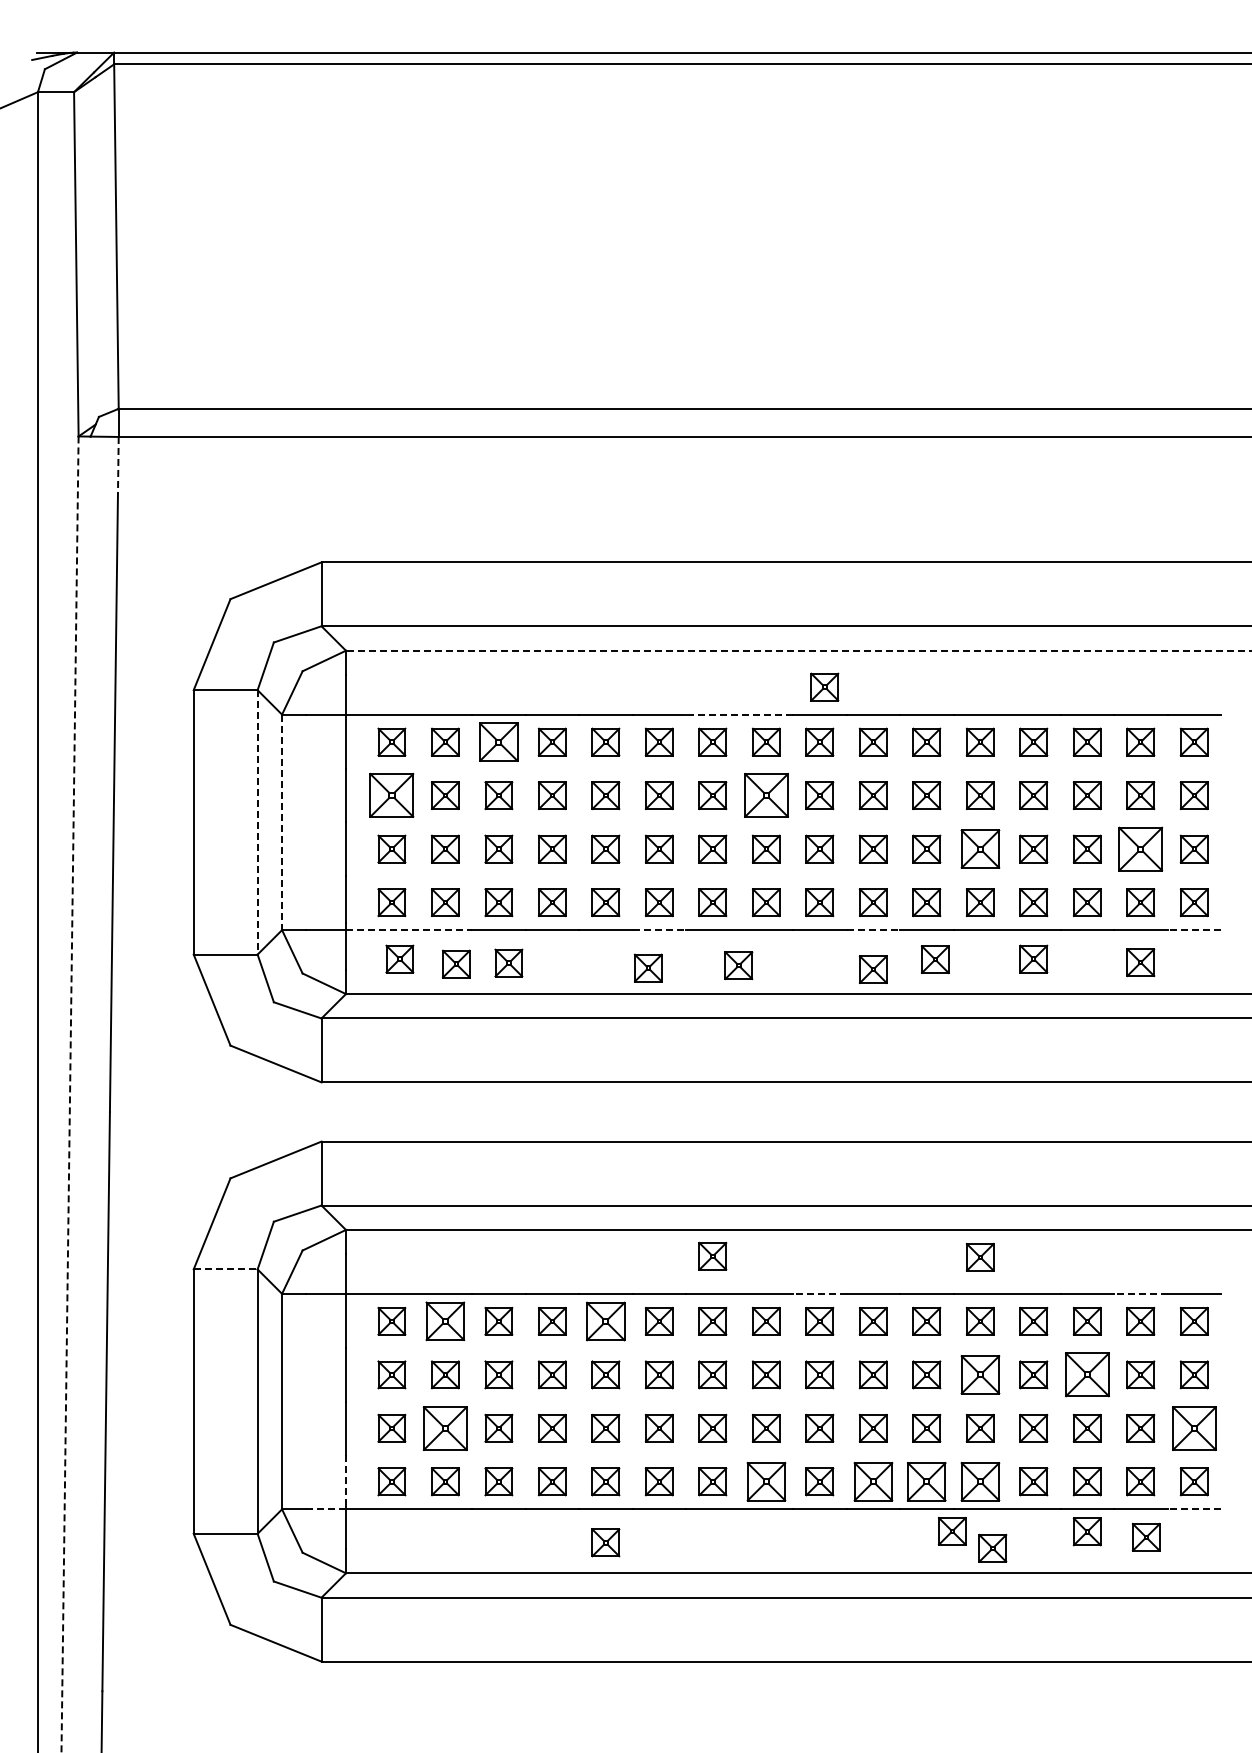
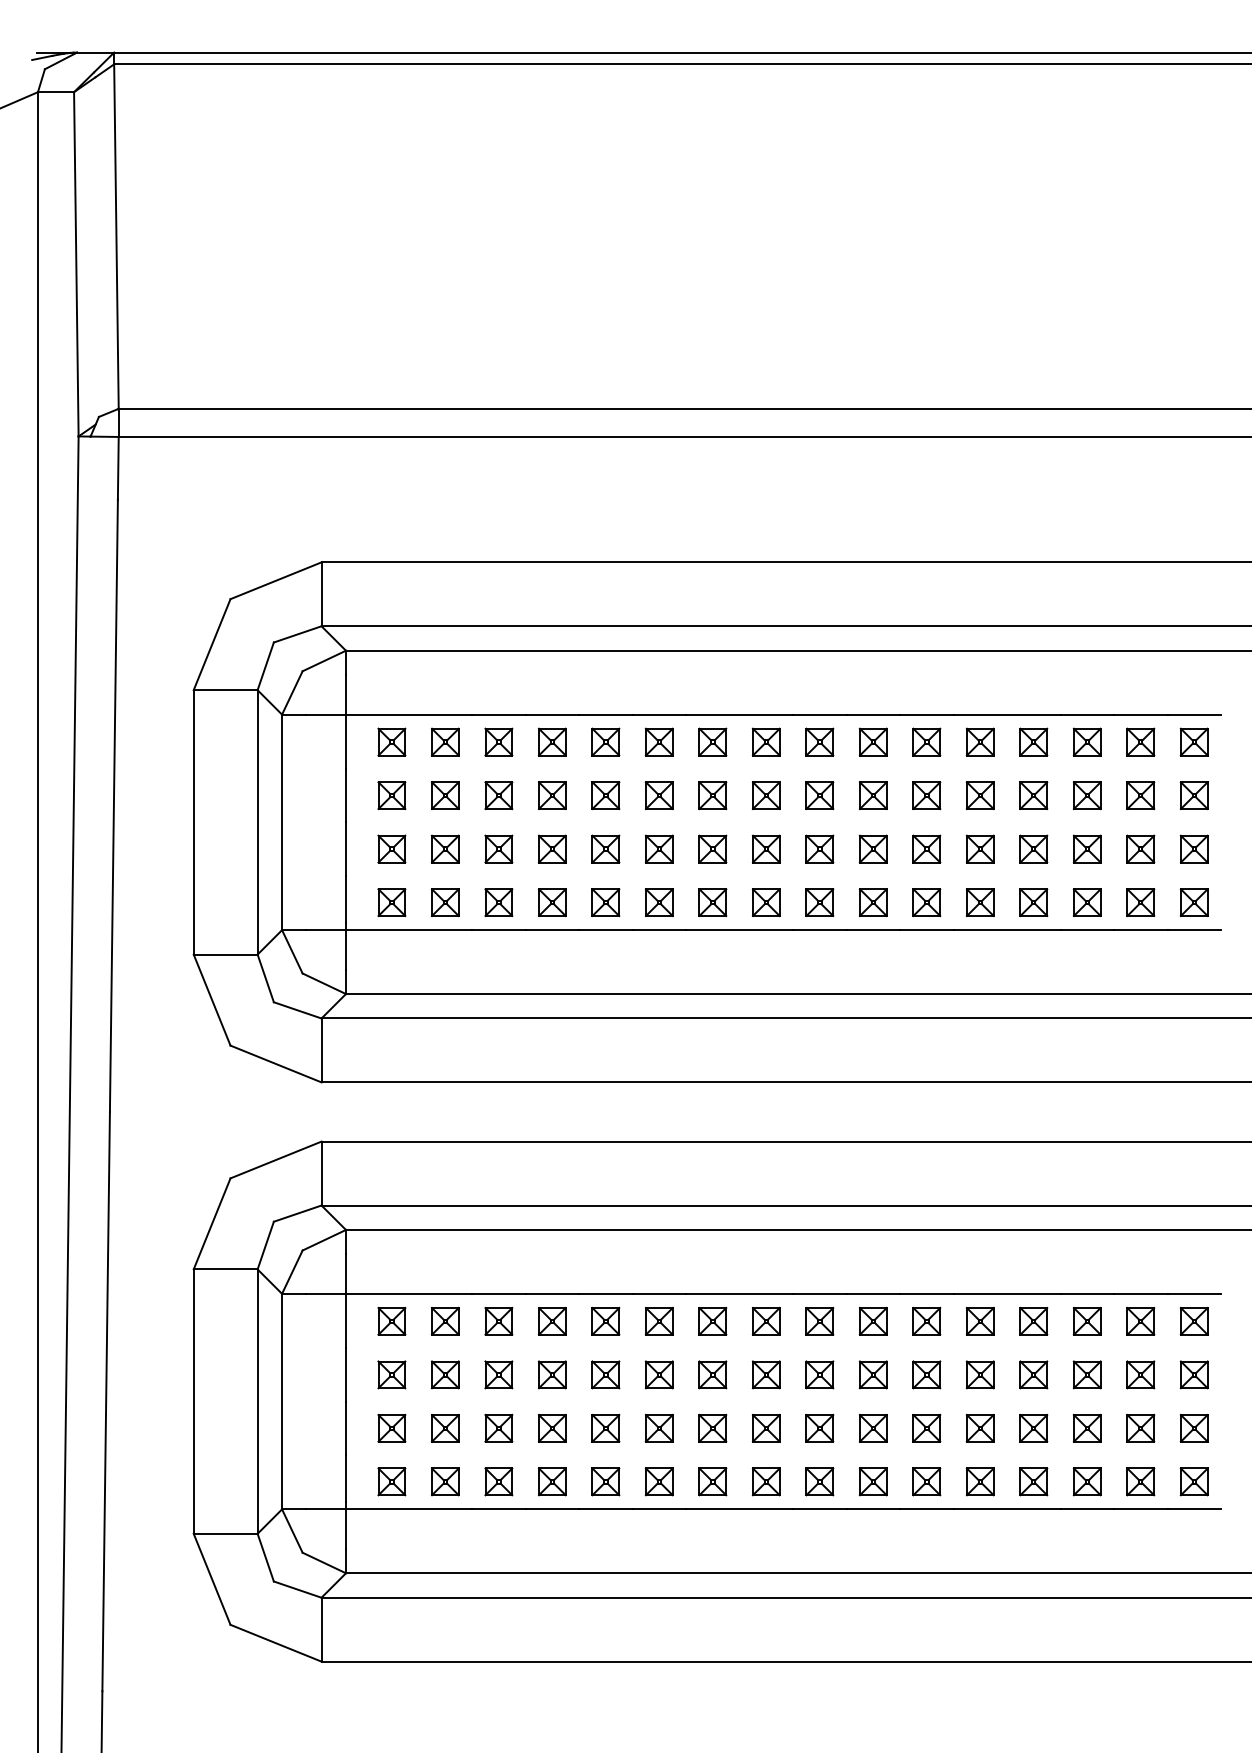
line at (118, 468): dashed -> solid
line at (798, 650): dashed -> solid
part at (824, 686): present -> none
line at (739, 714): dashed -> solid
part at (498, 741) size: 40x40 px -> 30x30 px
part at (391, 795) size: 46x45 px -> 30x30 px
part at (766, 795) size: 45x45 px -> 30x30 px
line at (257, 822): dashed -> solid
line at (282, 822): dashed -> solid
part at (980, 848) size: 41x40 px -> 30x30 px
part at (1140, 848) size: 46x46 px -> 30x30 px
line at (409, 930): dashed -> solid
line at (659, 930): dashed -> solid
line at (873, 930): dashed -> solid
line at (1194, 930): dashed -> solid
part at (399, 958): present -> none
part at (1033, 958): present -> none
part at (934, 959): present -> none
part at (508, 962): present -> none
part at (1140, 962): present -> none
part at (456, 963): present -> none
part at (738, 965): present -> none
part at (647, 967): present -> none
part at (872, 969): present -> none
line at (70, 1094): dashed -> solid
part at (712, 1255): present -> none
part at (979, 1256): present -> none
line at (225, 1269): dashed -> solid
line at (819, 1293): dashed -> solid
line at (1140, 1293): dashed -> solid
part at (445, 1321) size: 41x41 px -> 29x29 px
part at (605, 1321) size: 40x41 px -> 30x30 px
part at (980, 1374) size: 41x40 px -> 30x30 px
part at (1087, 1374) size: 45x46 px -> 30x30 px
part at (444, 1428) size: 46x45 px -> 29x30 px
part at (1194, 1428) size: 45x45 px -> 30x30 px
line at (345, 1478): dashed -> solid
part at (766, 1481) size: 41x40 px -> 30x30 px
part at (873, 1481) size: 41x40 px -> 30x30 px
part at (926, 1481) size: 40x40 px -> 30x30 px
part at (980, 1481) size: 41x40 px -> 30x30 px
line at (326, 1509): dashed -> solid
line at (1194, 1509): dashed -> solid
part at (951, 1530): present -> none
part at (1086, 1531): present -> none
part at (1145, 1536): present -> none
part at (605, 1542): present -> none
part at (992, 1547): present -> none
